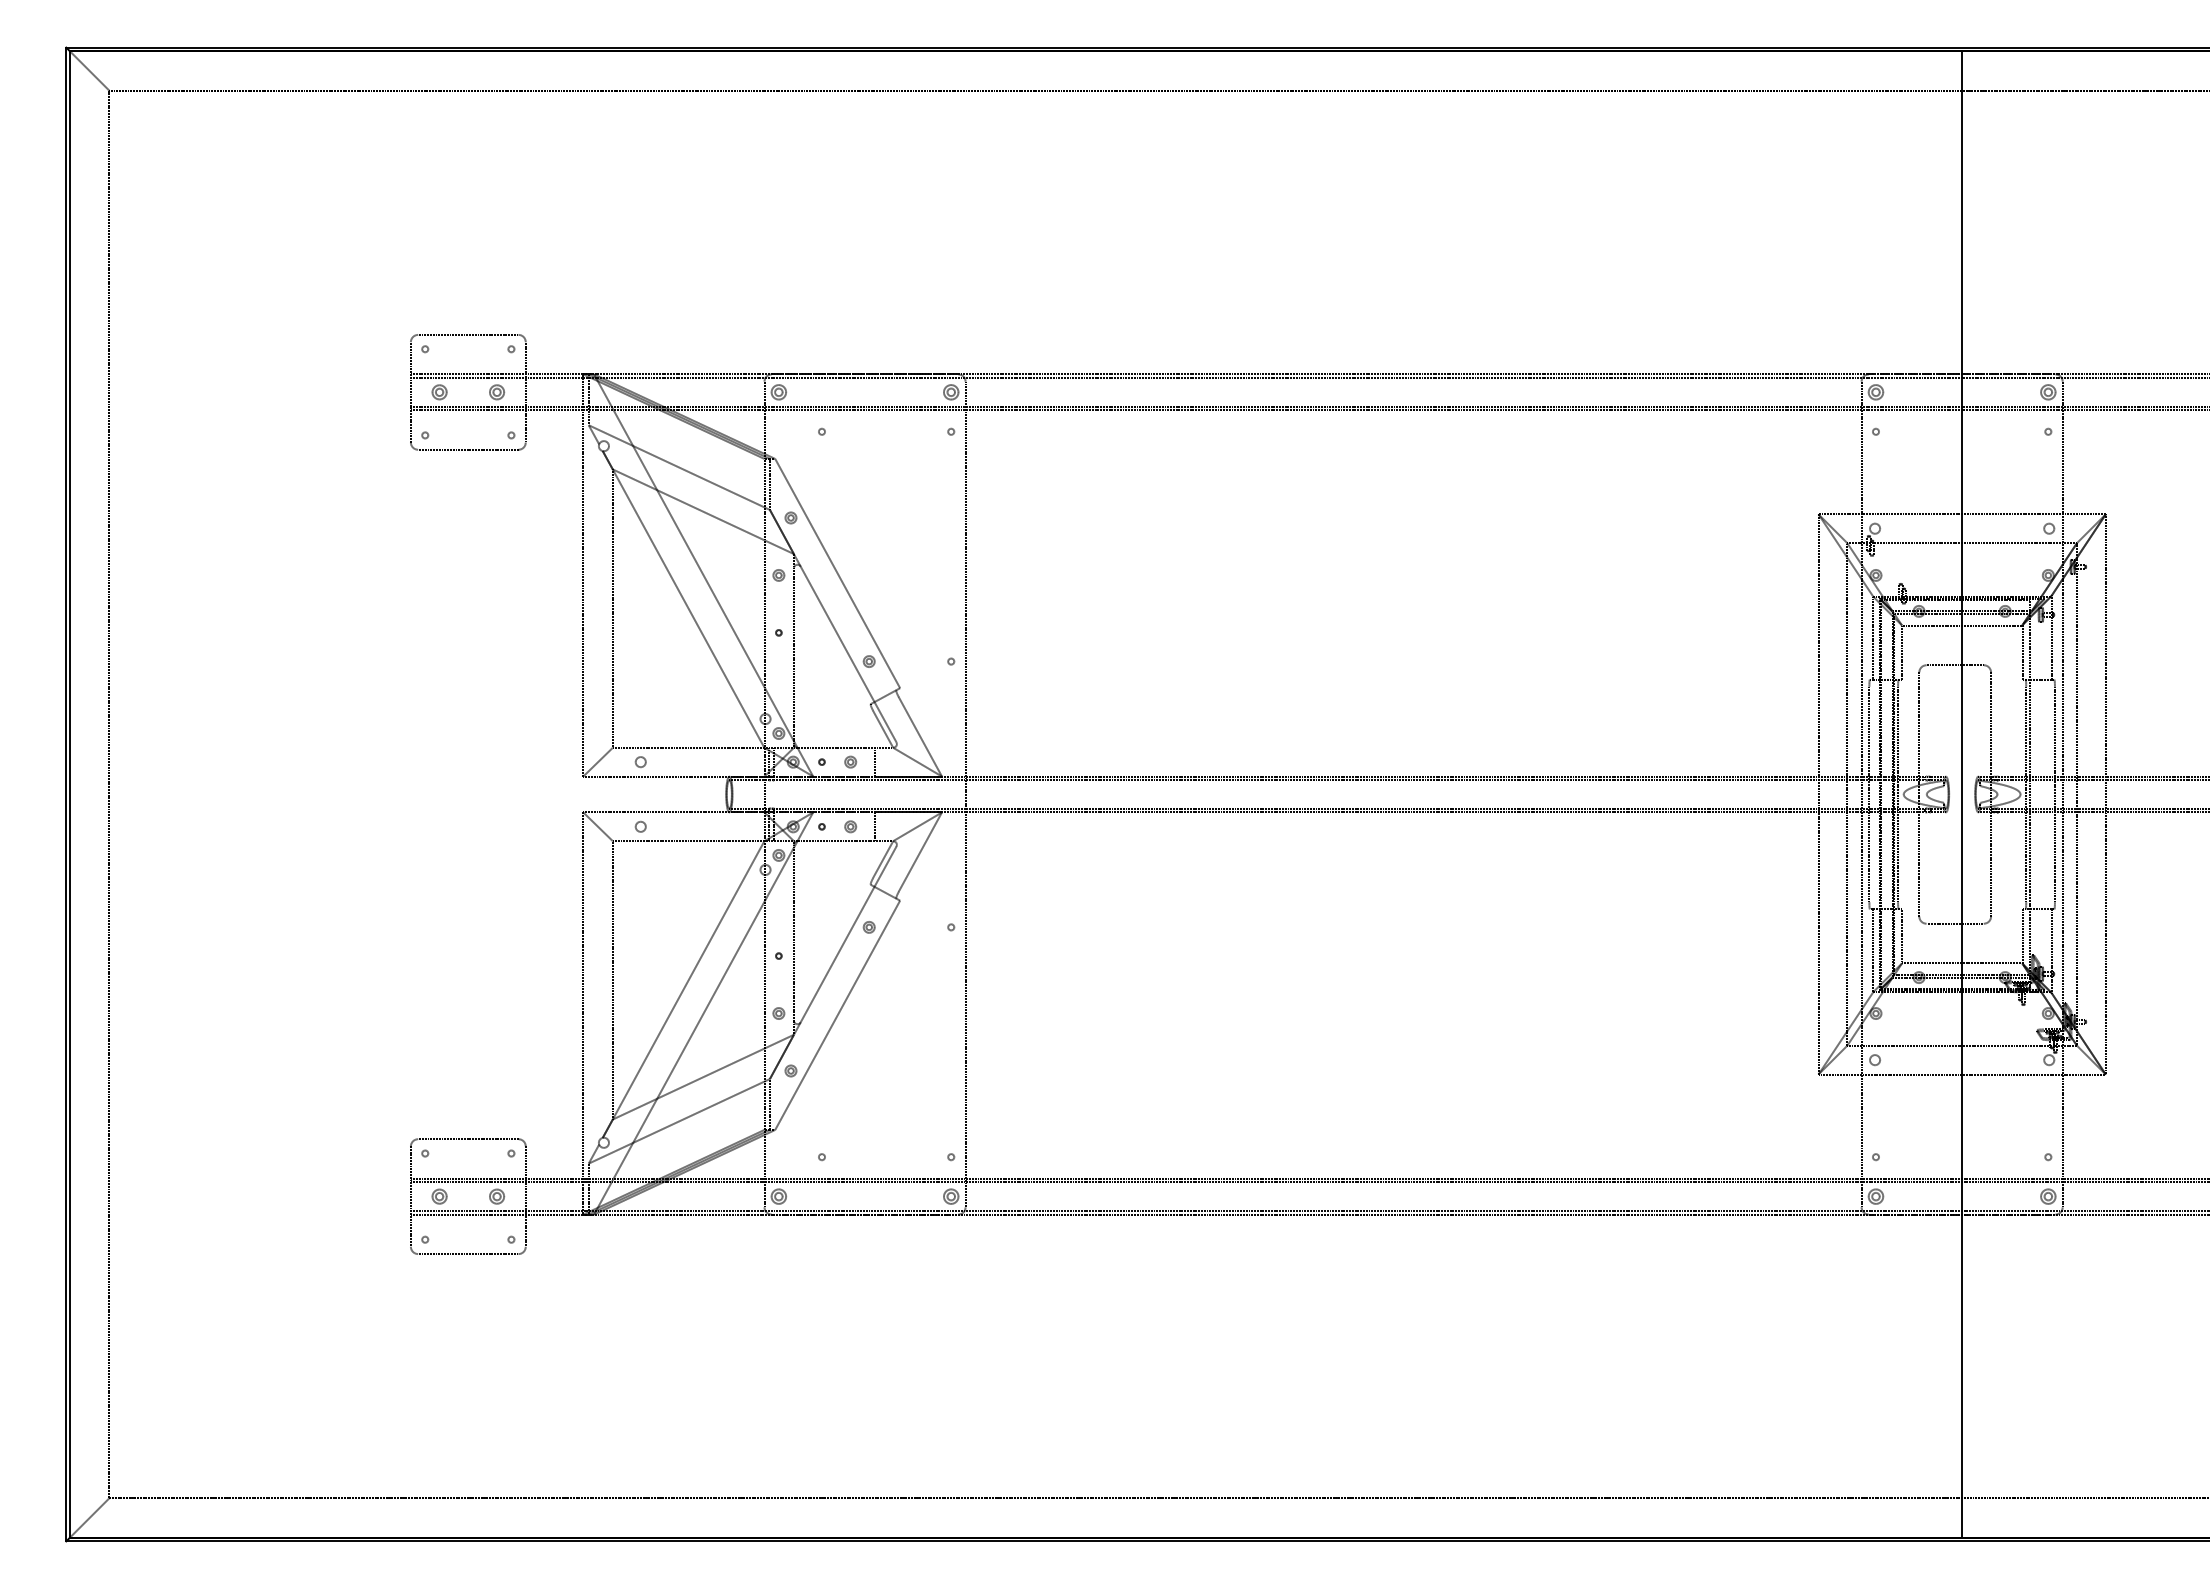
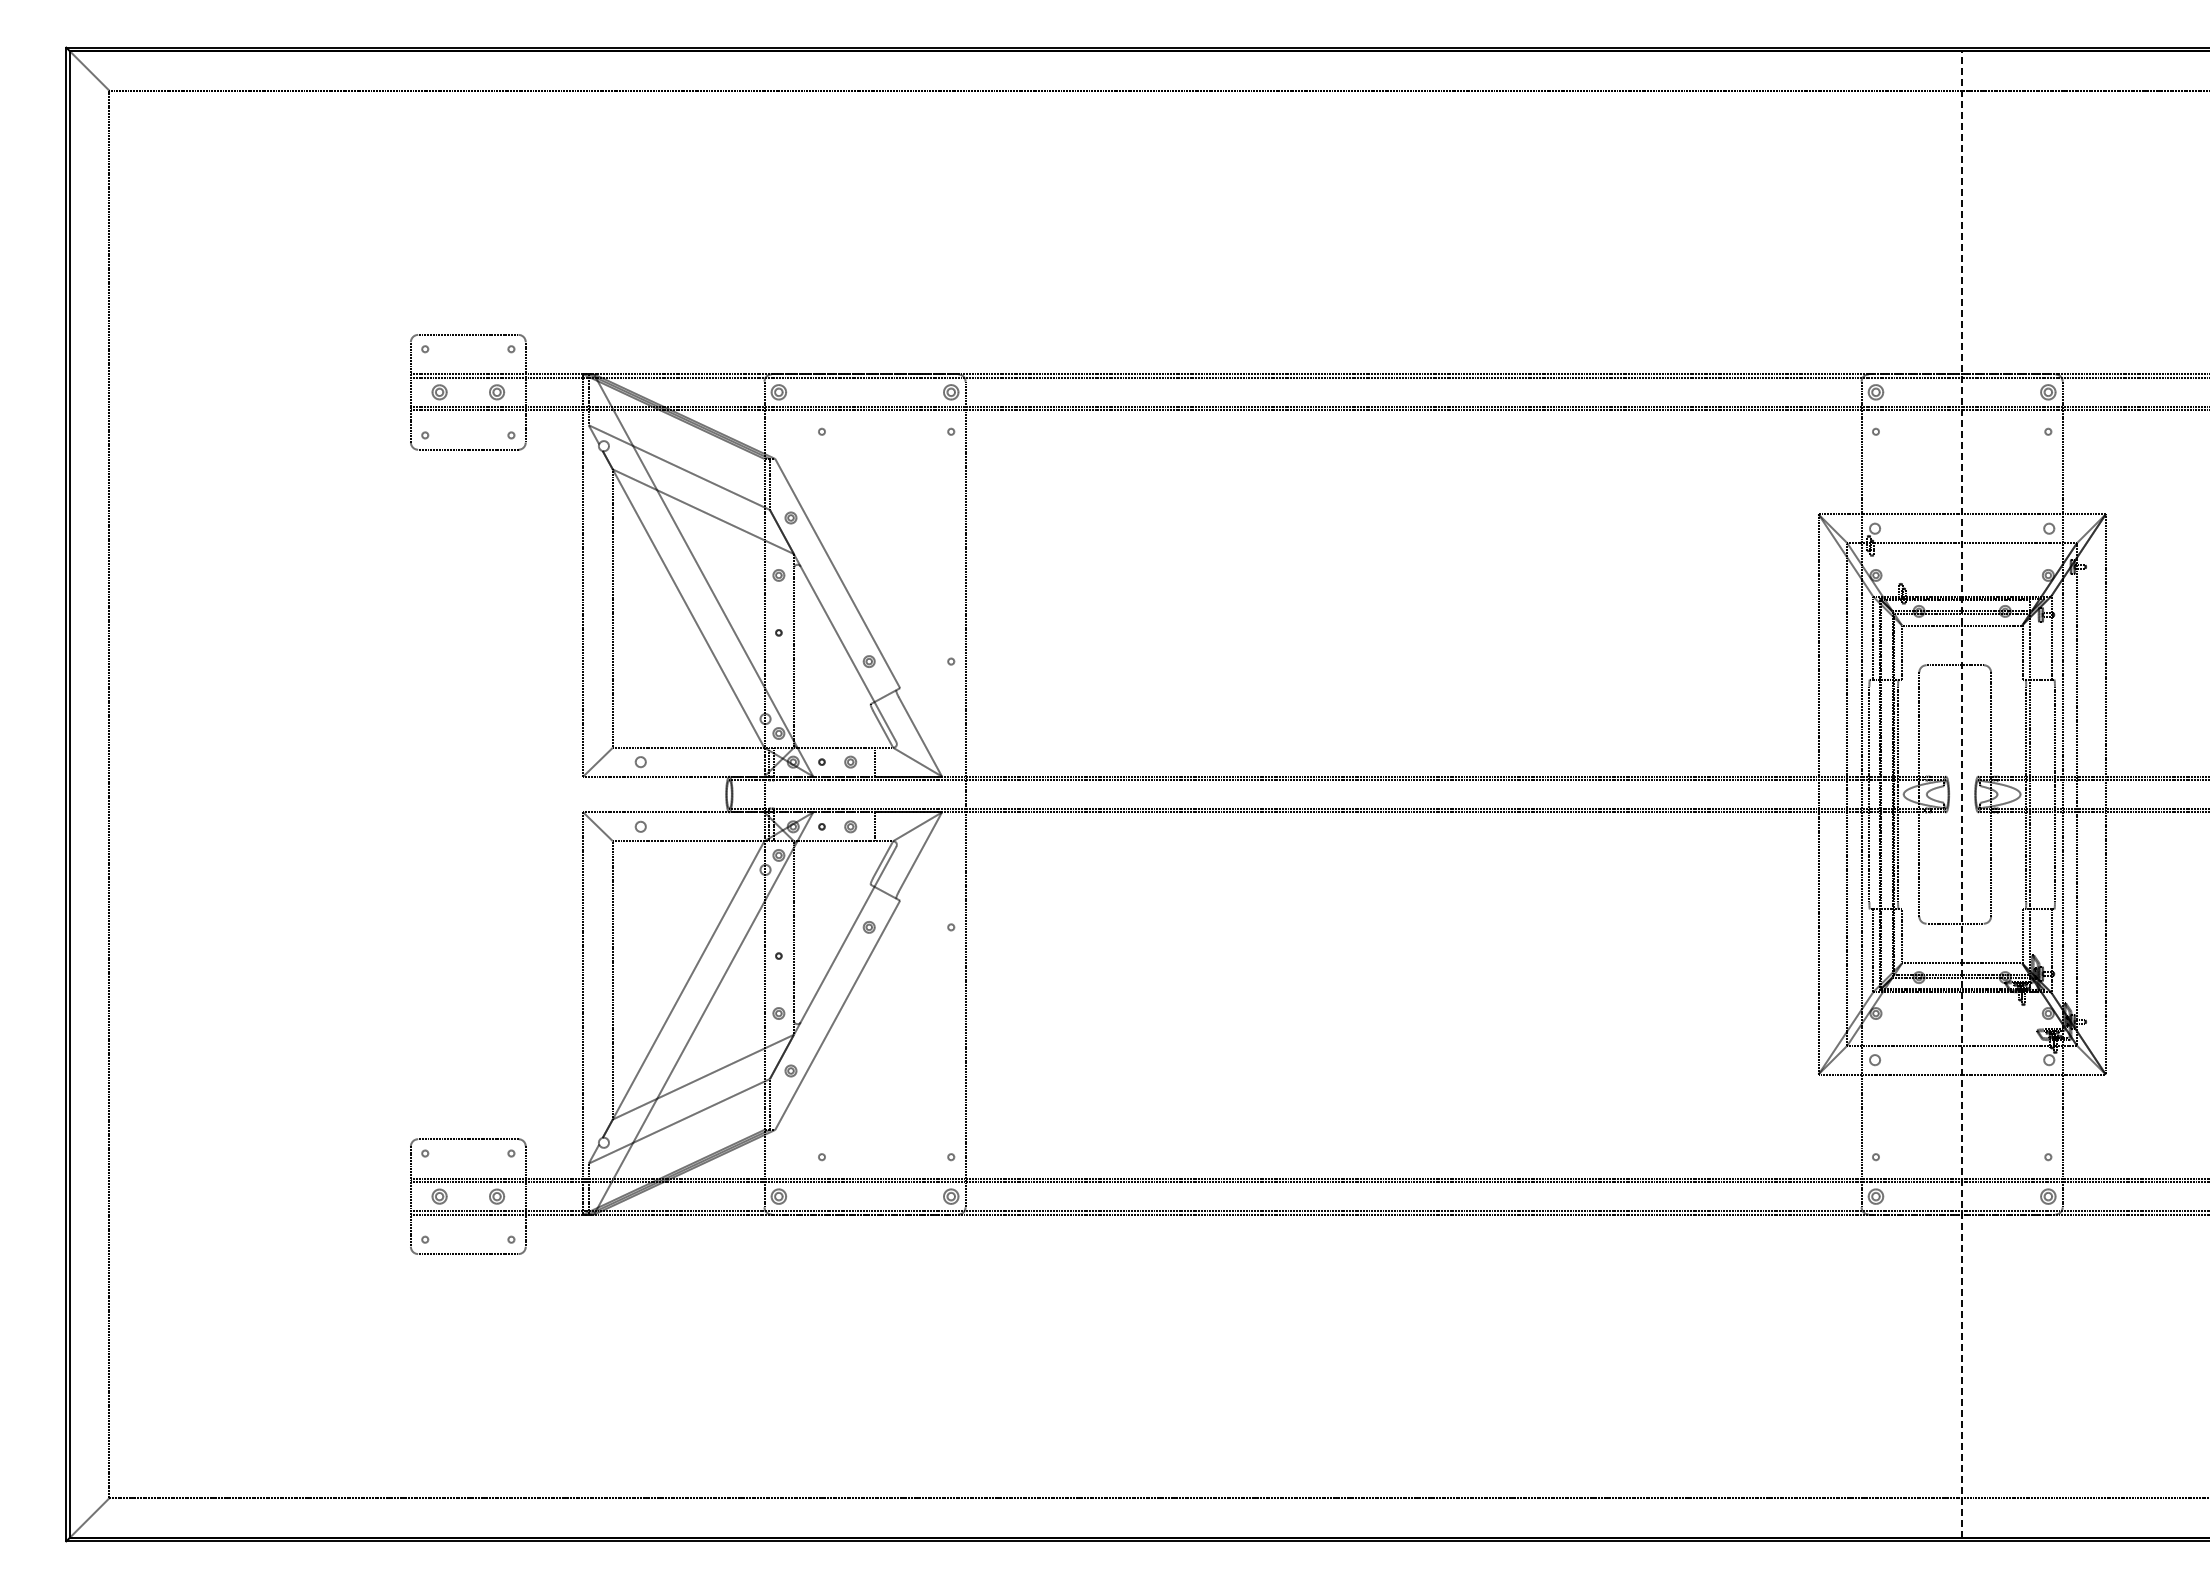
line at (1962, 794): solid -> dashed
